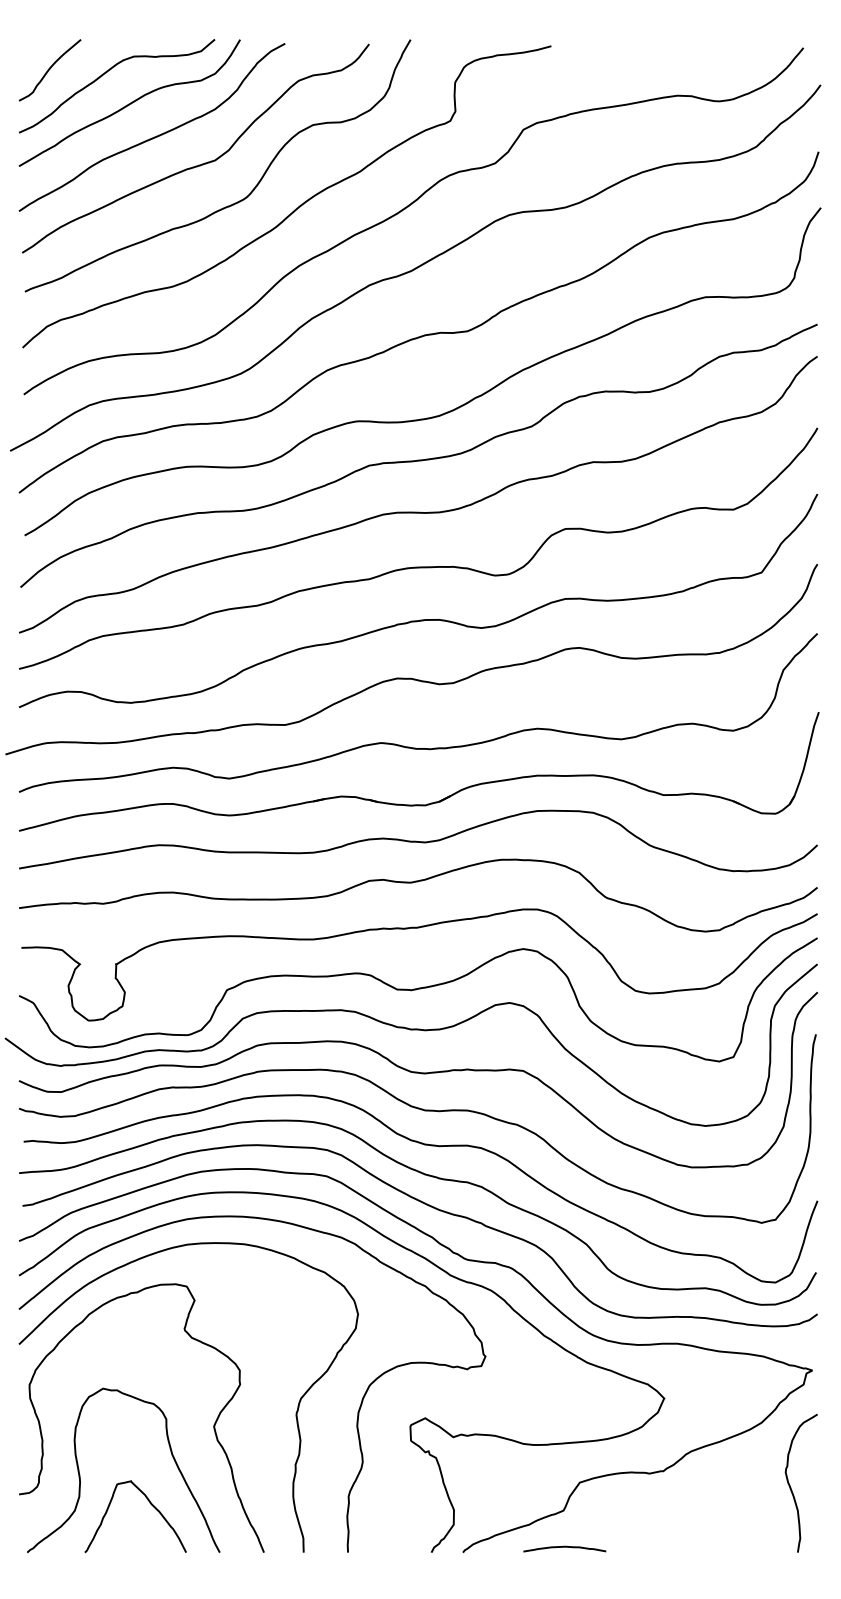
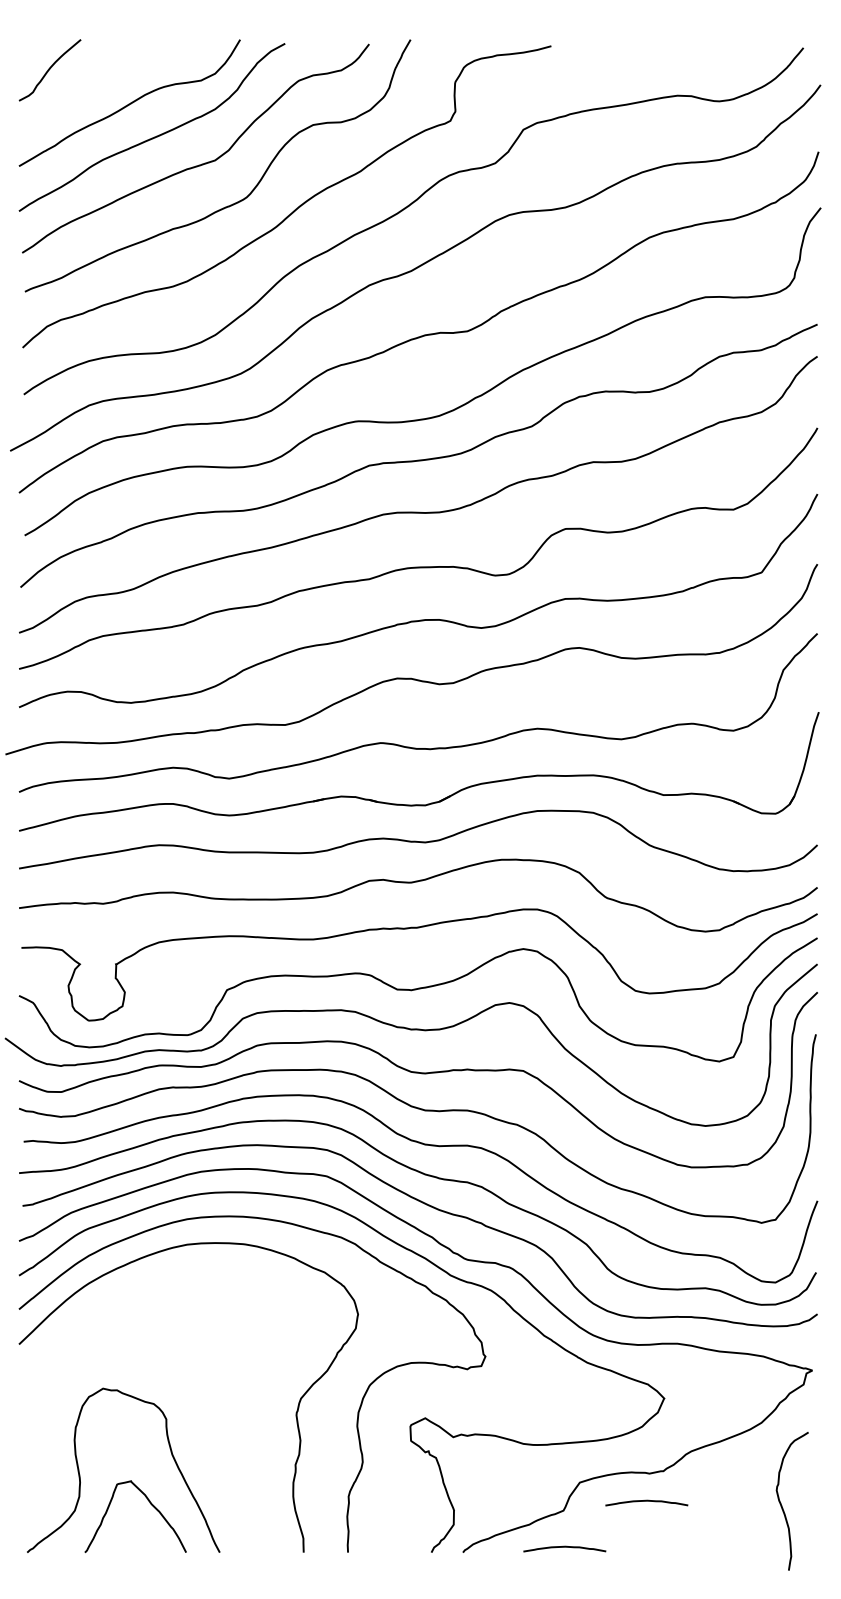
curve at (106, 73): present -> none
curve at (213, 1424): present -> none
curve at (791, 1487) position: (791, 1487) -> (782, 1505)
curve at (646, 1501): none -> present
